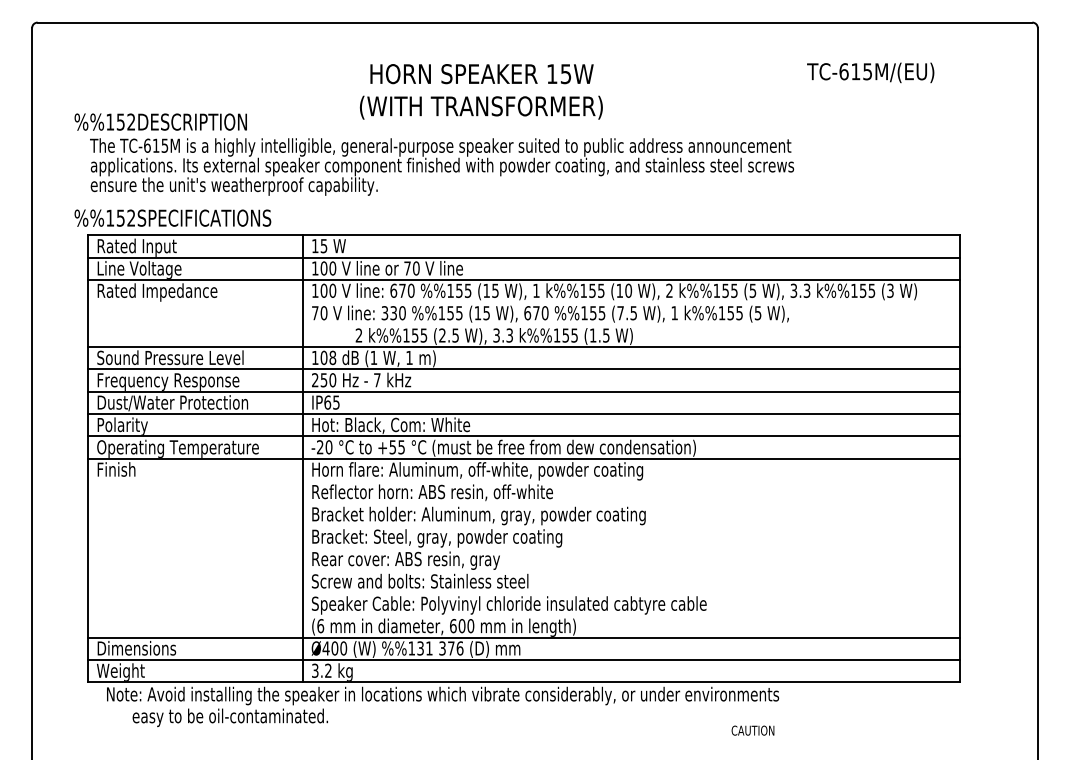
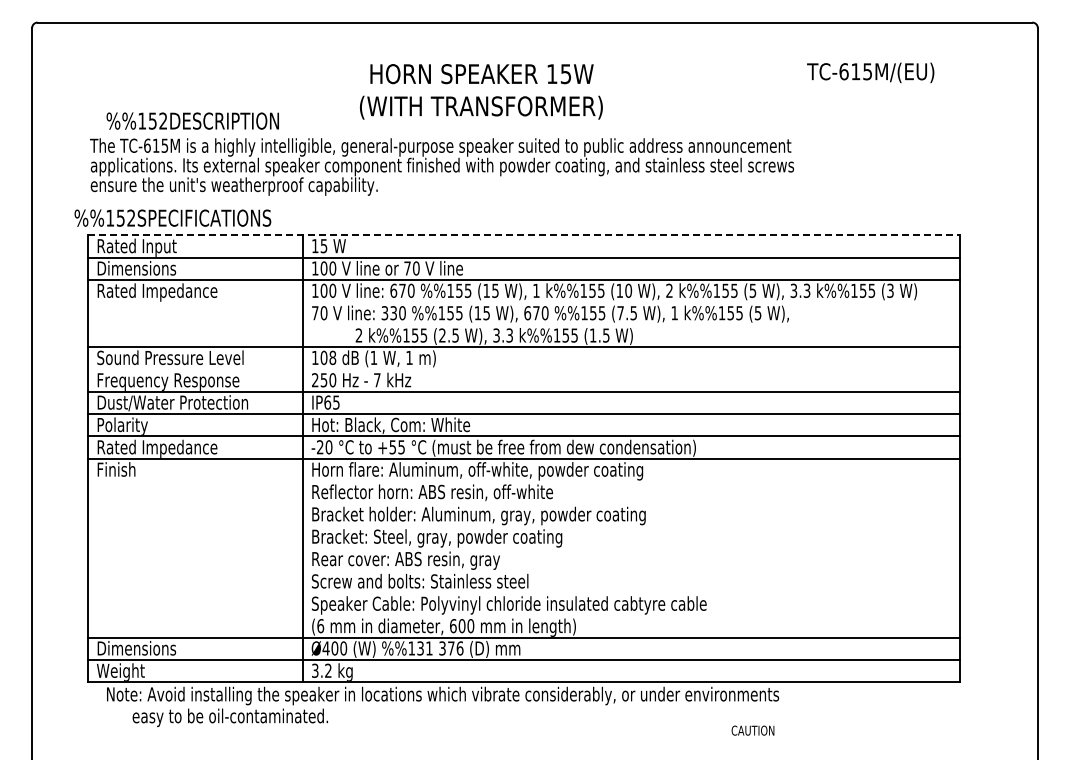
text at (160, 121) position: (160, 121) -> (192, 120)
line at (523, 235): solid -> dashed
text at (140, 269): Line Voltage -> Dimensions
line at (523, 369): present -> none
text at (177, 448): Operating Temperature -> Rated Impedance
